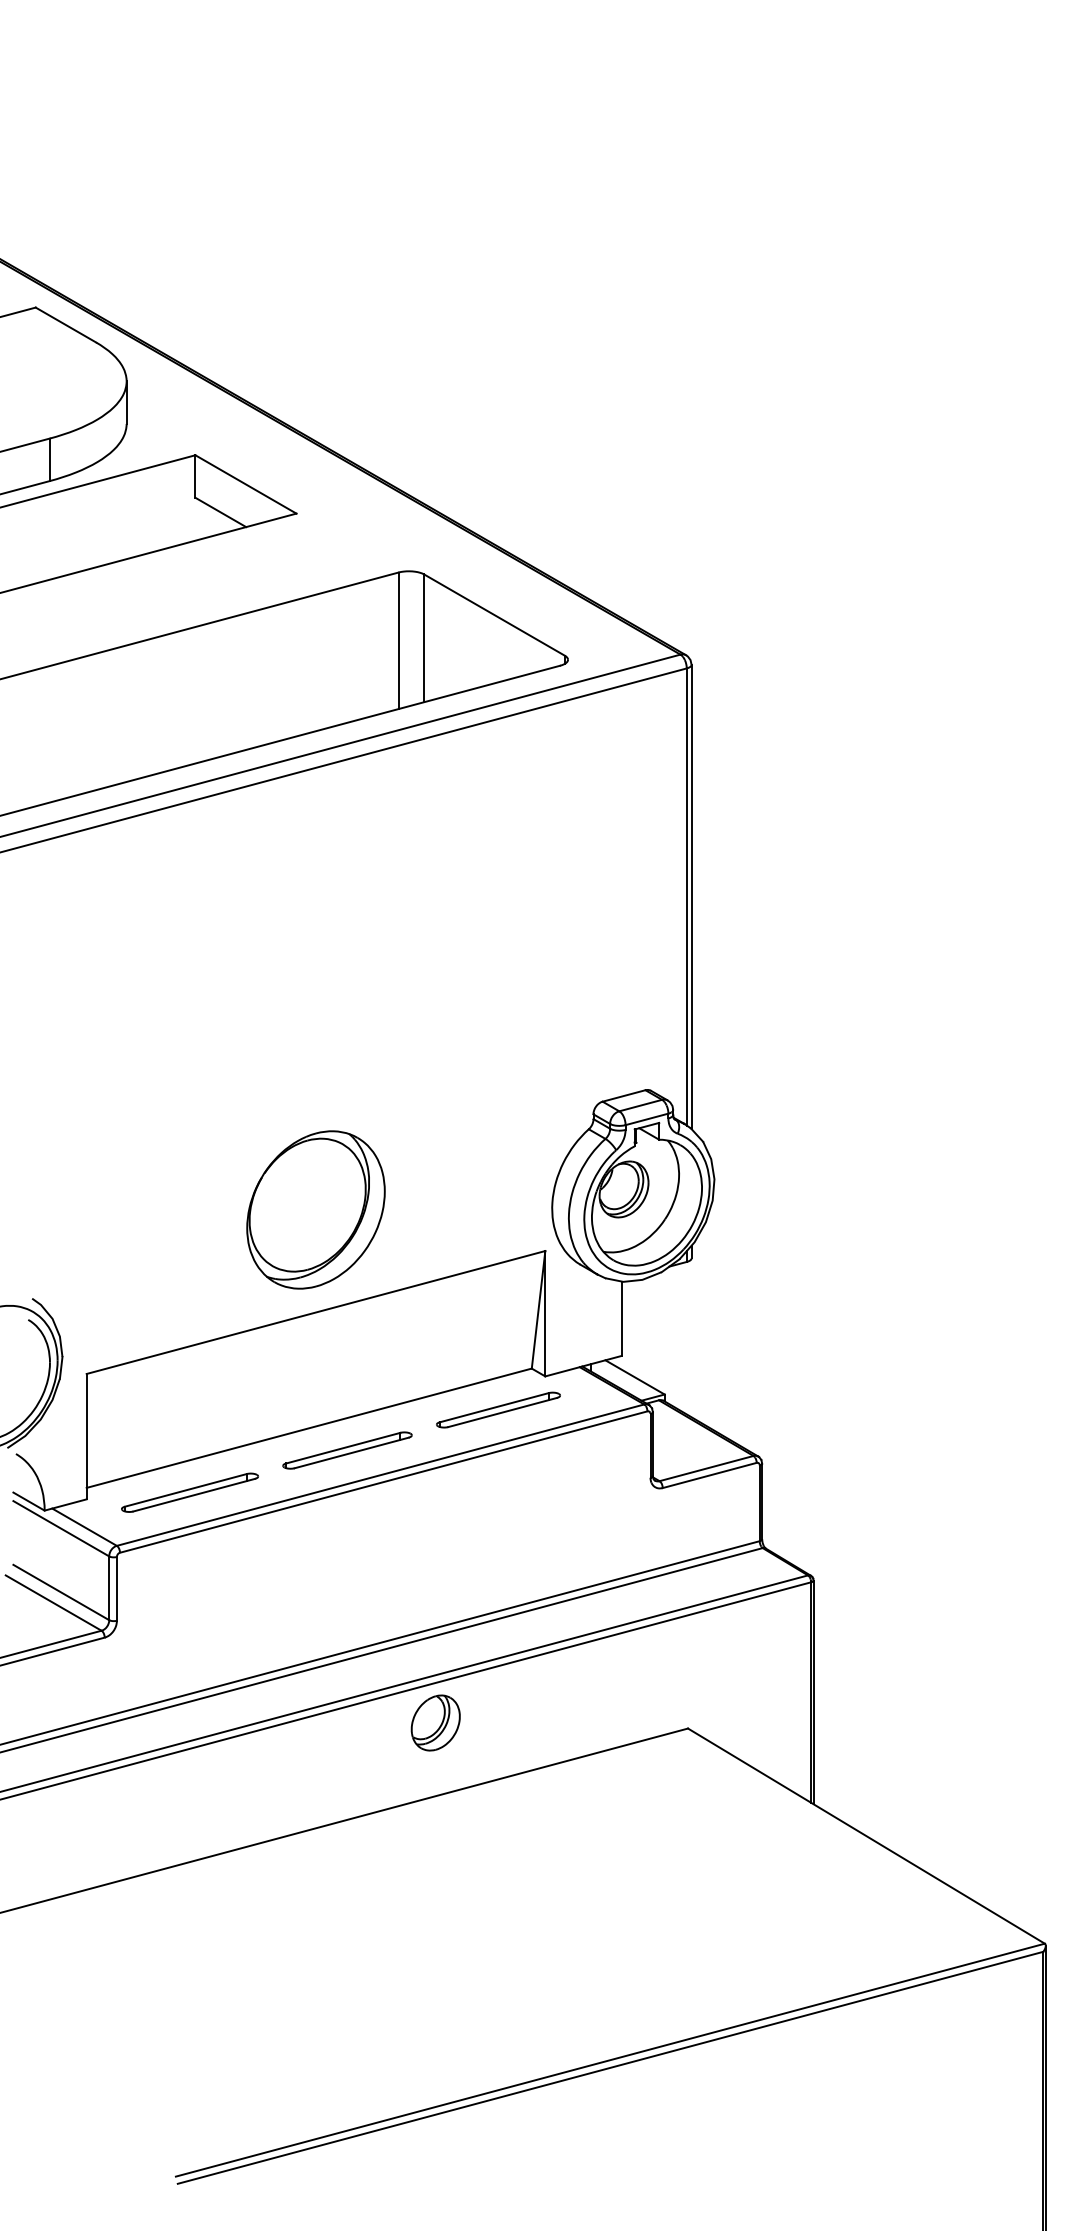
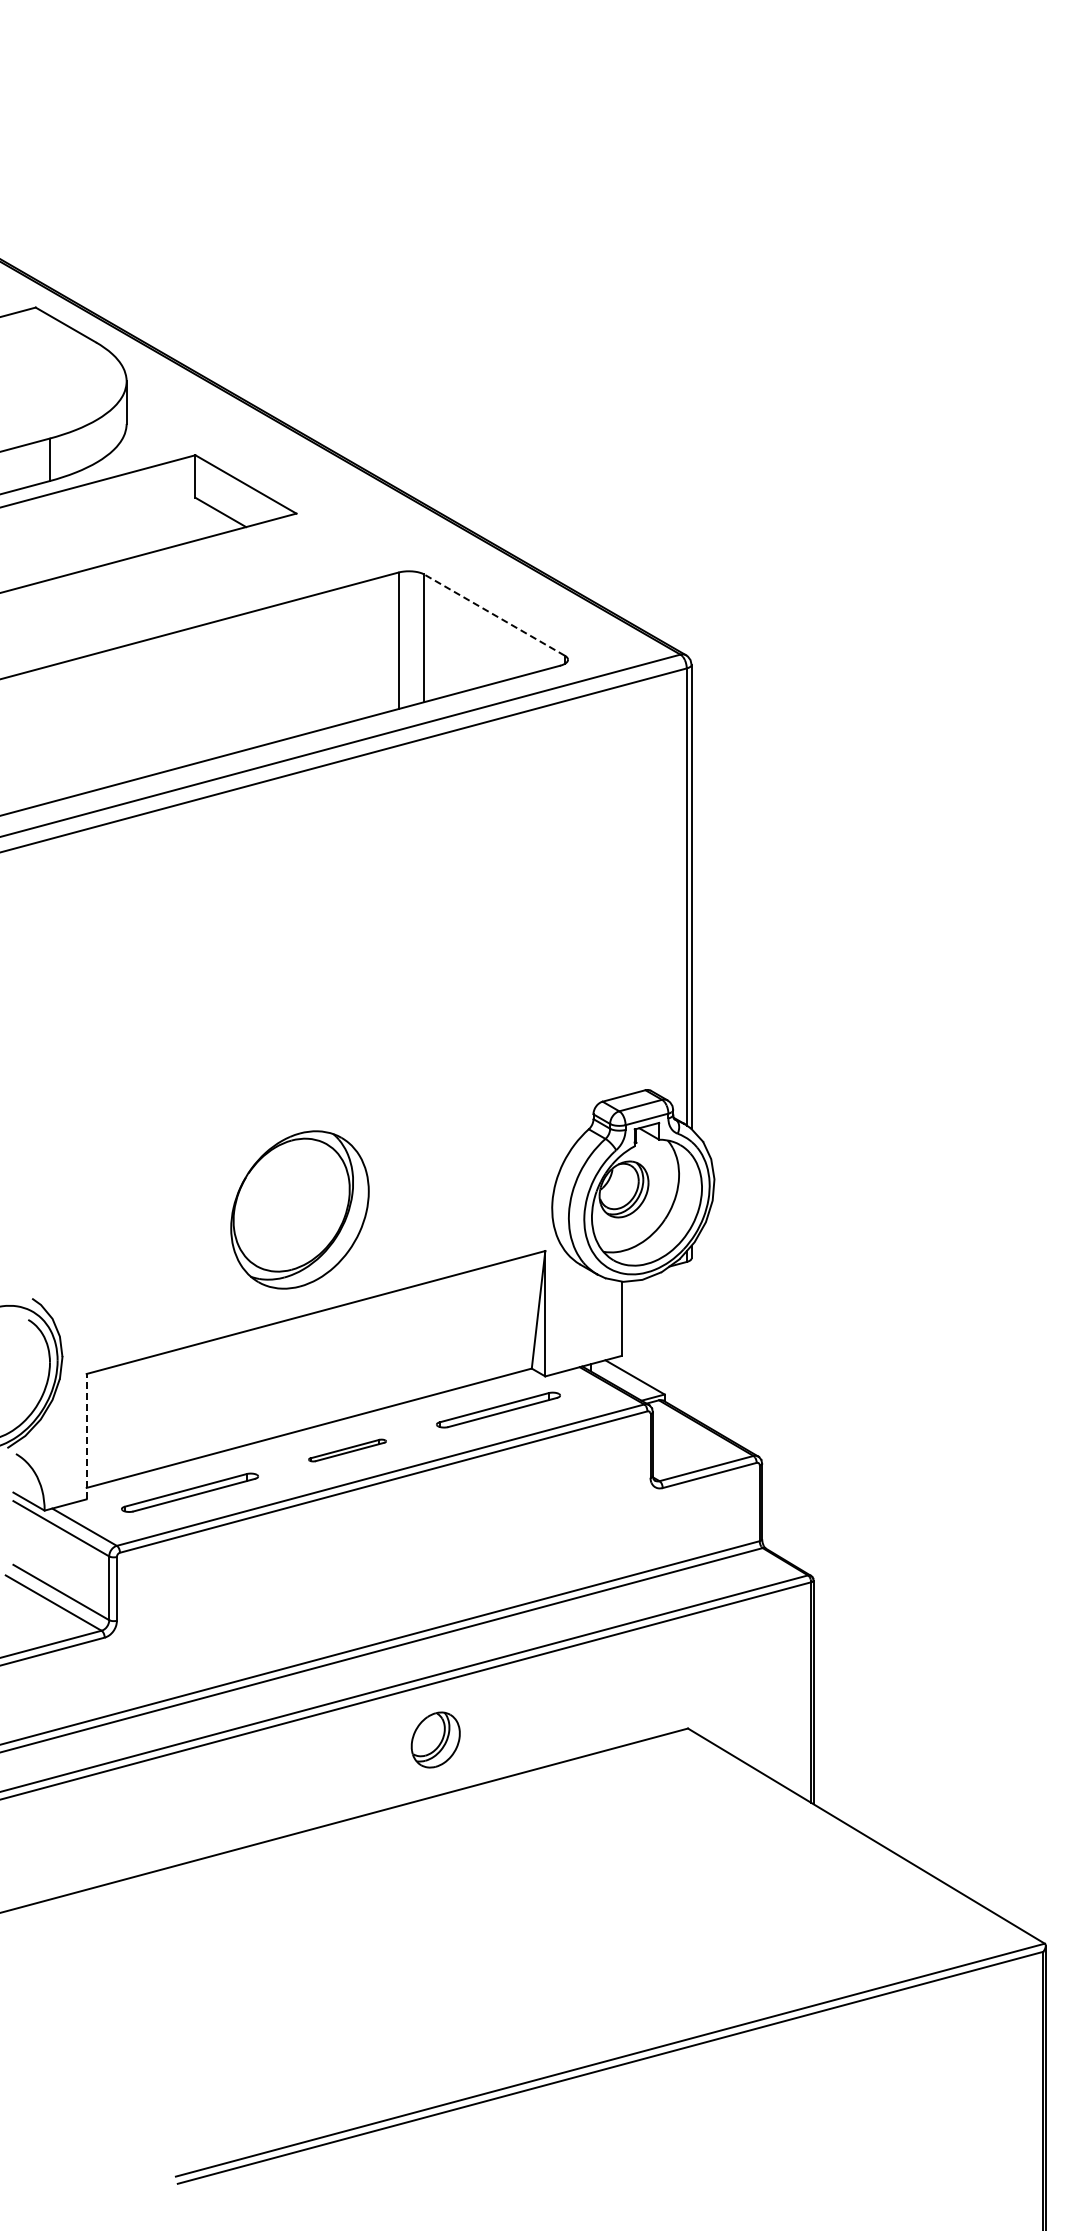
line at (494, 614): solid -> dashed
part at (315, 1209) position: (315, 1209) -> (299, 1209)
line at (86, 1436): solid -> dashed
part at (347, 1450) size: 131x39 px -> 79x25 px
part at (435, 1722) position: (435, 1722) -> (435, 1739)
